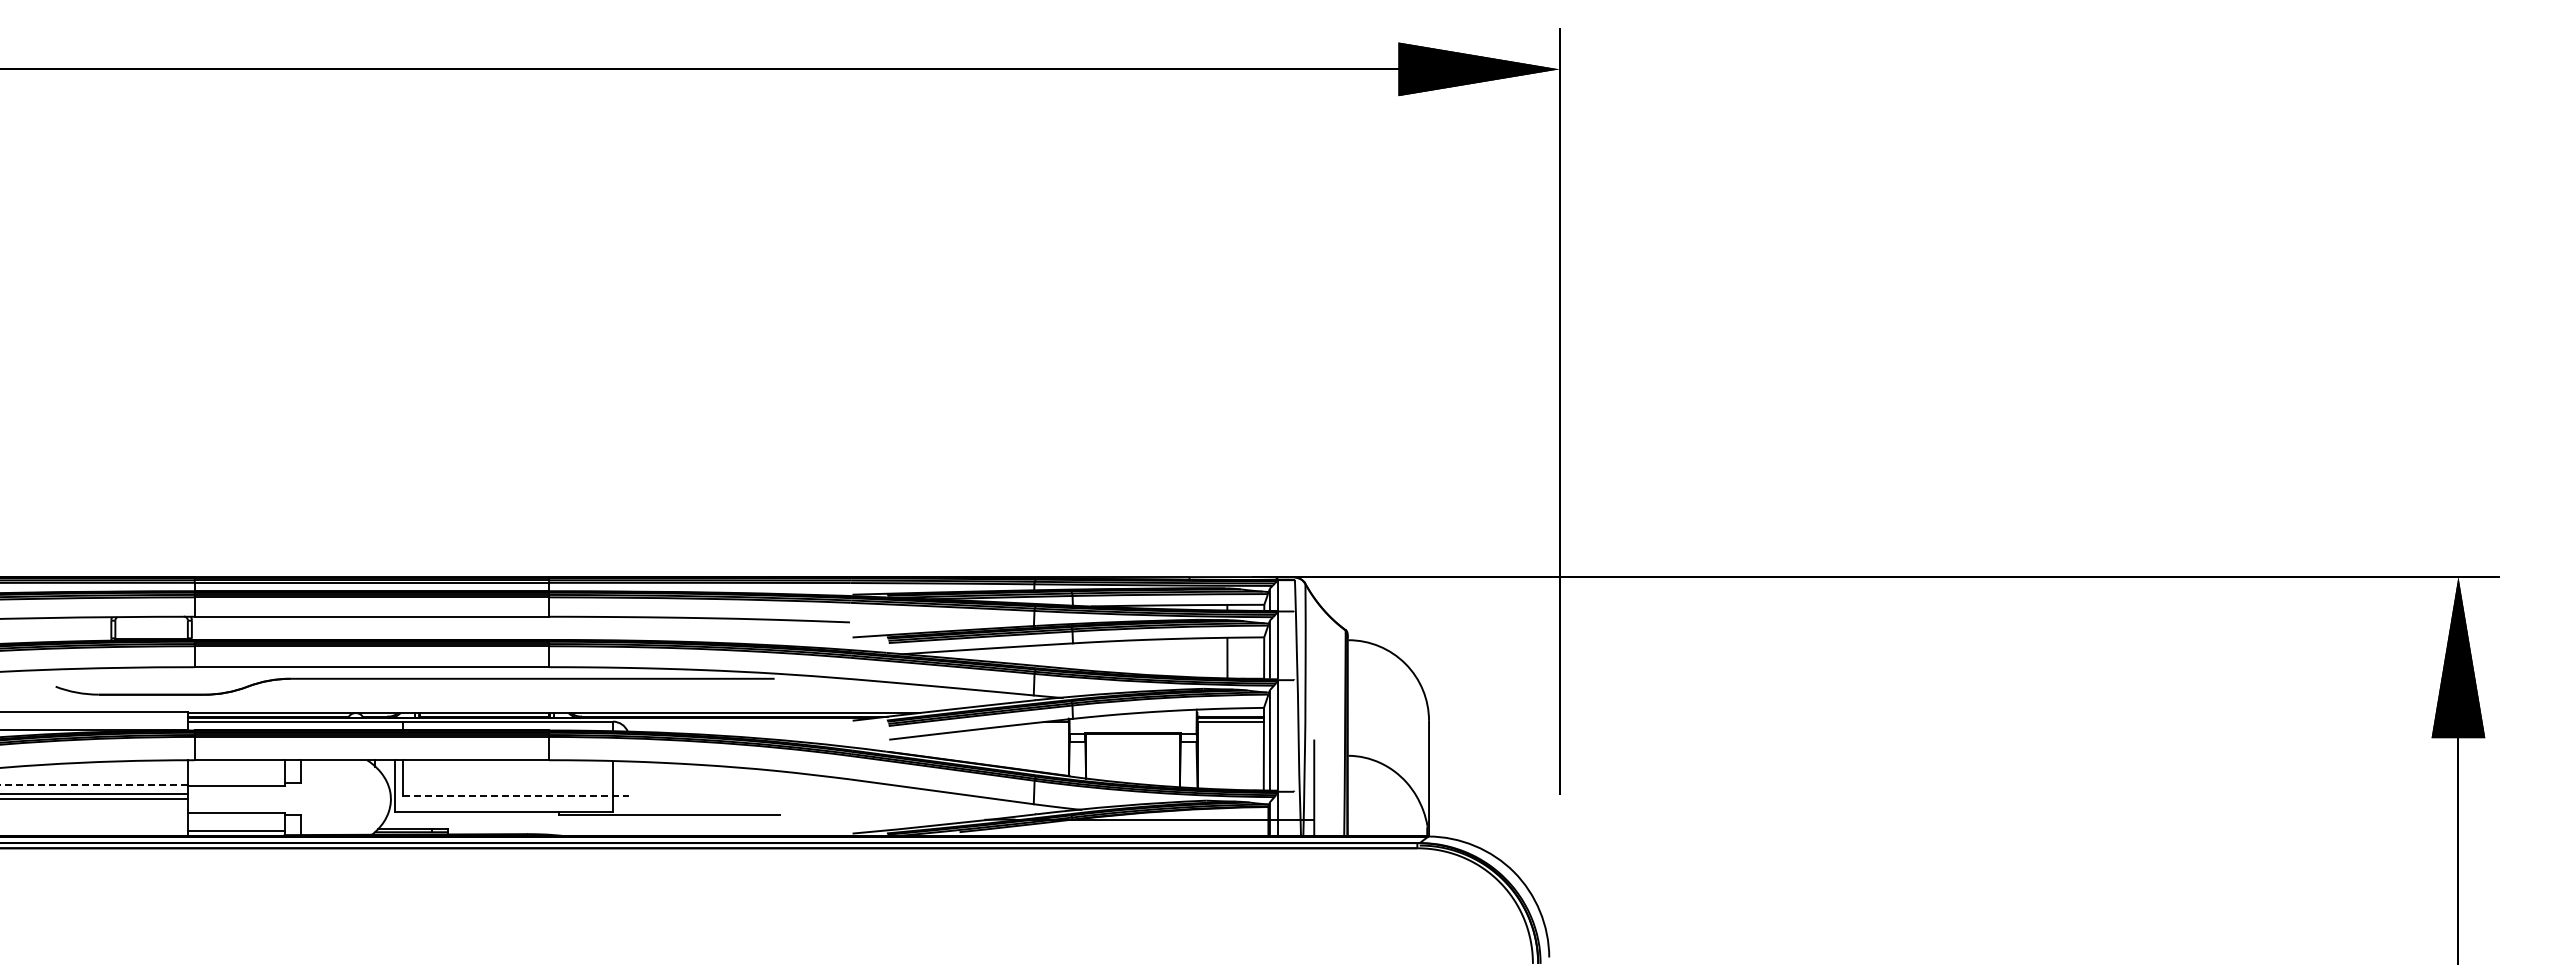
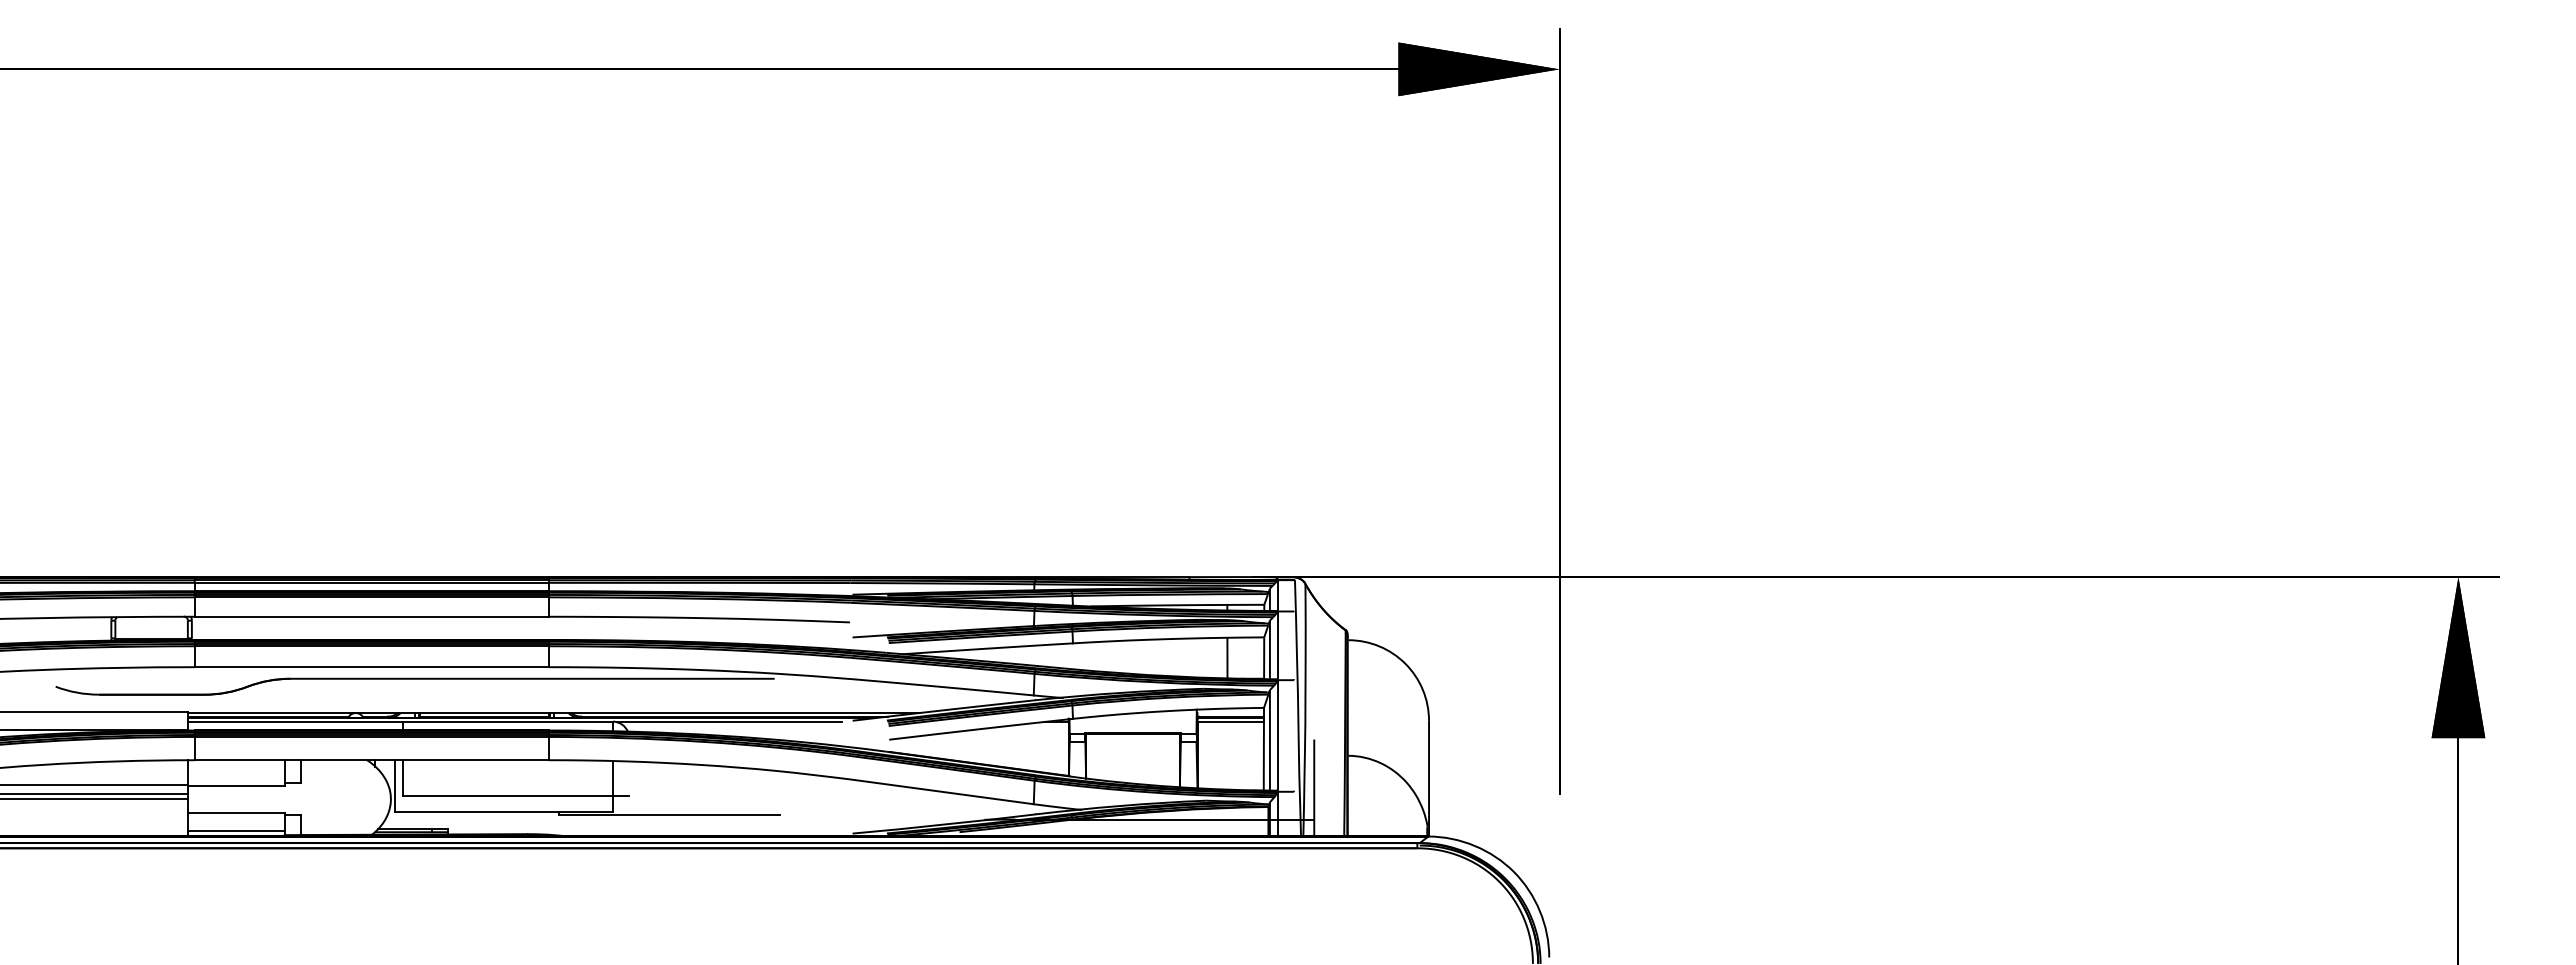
line at (729, 722): none -> present
line at (94, 785): dashed -> solid
line at (516, 796): dashed -> solid
